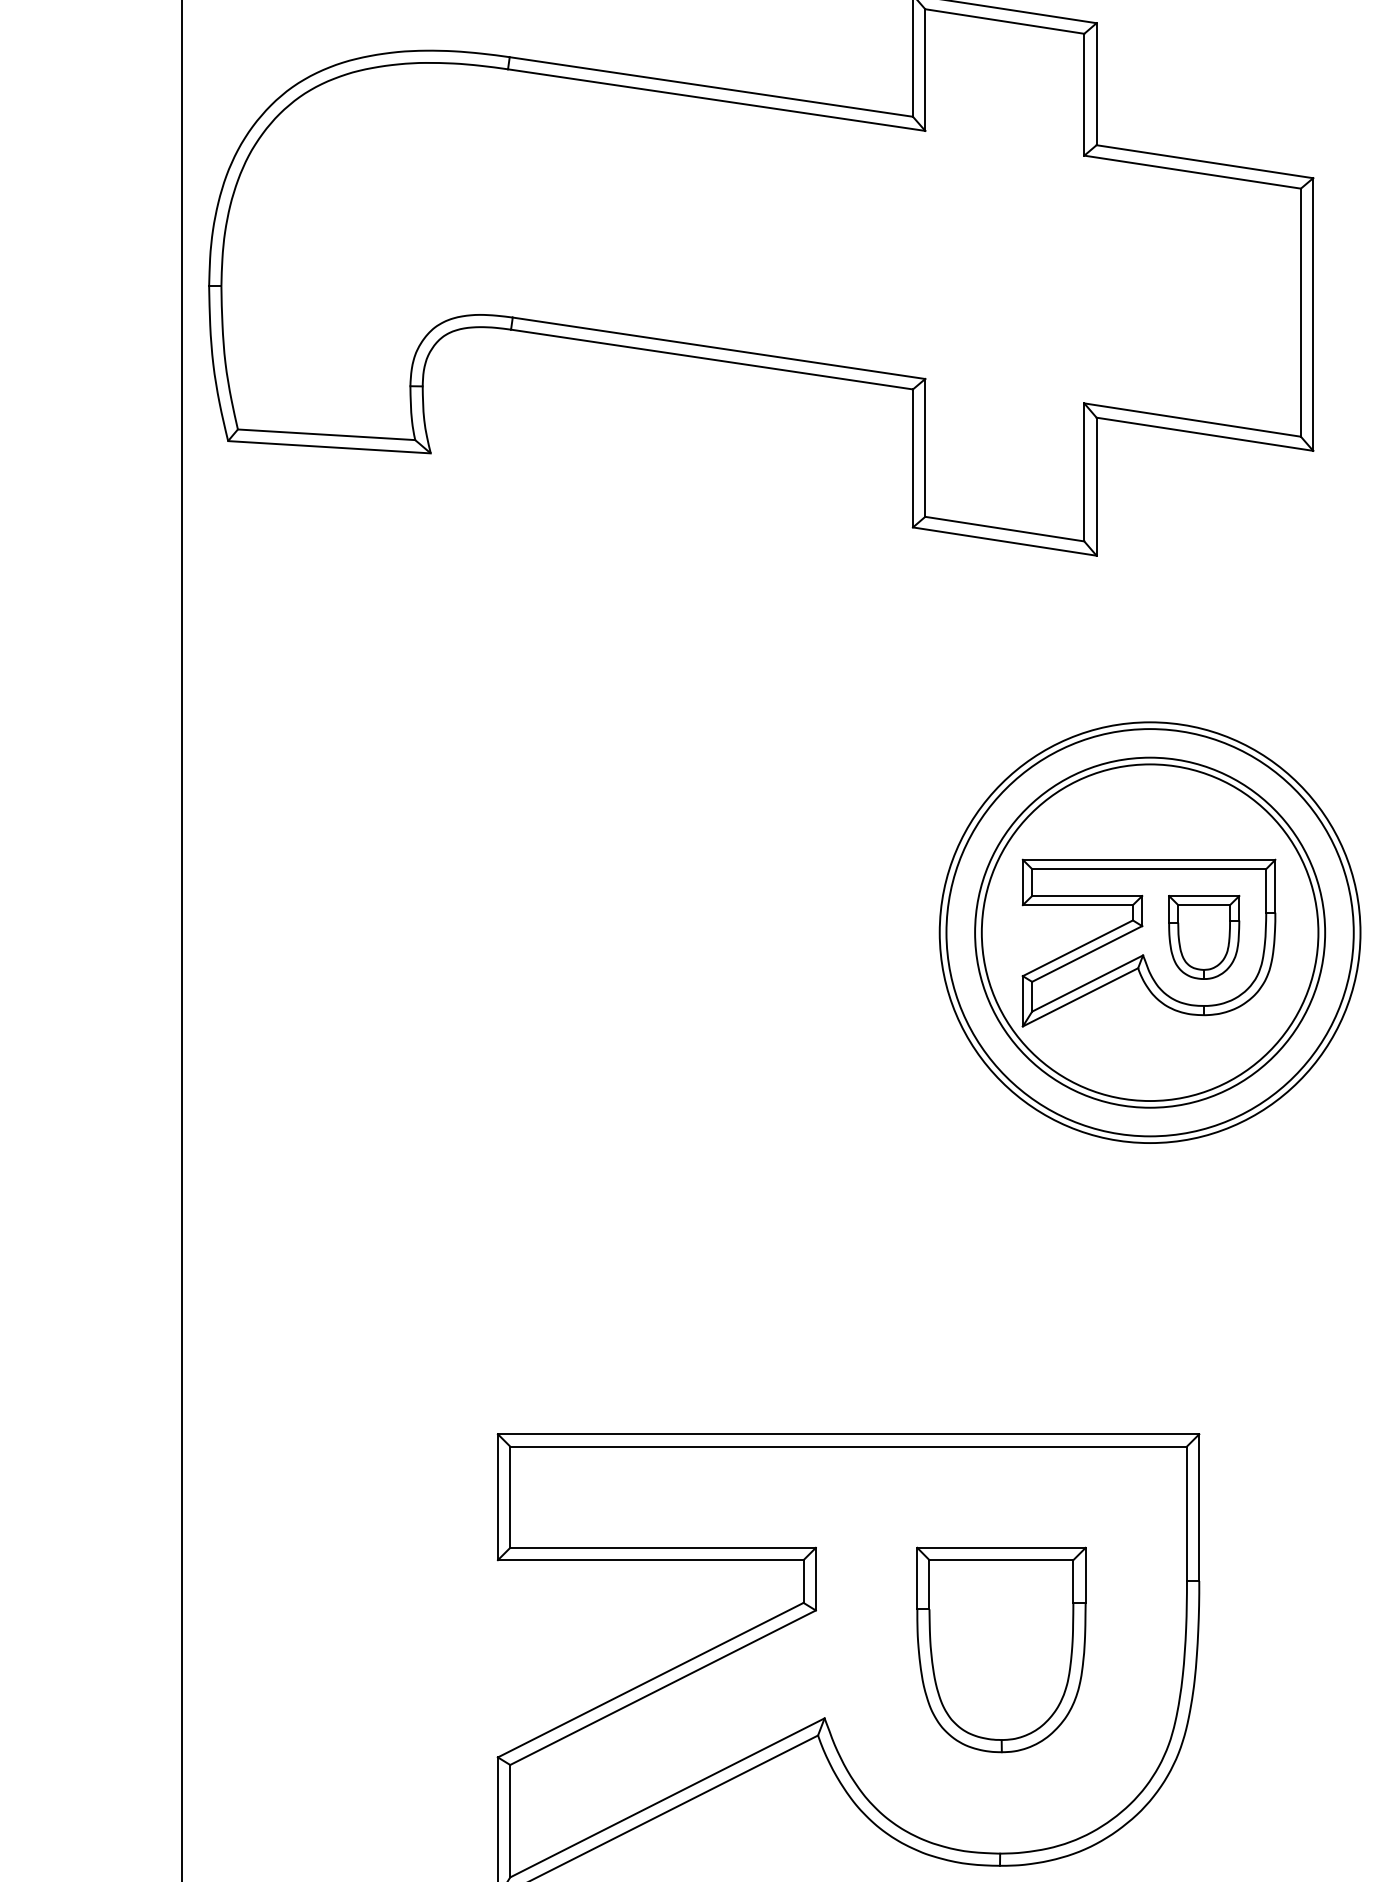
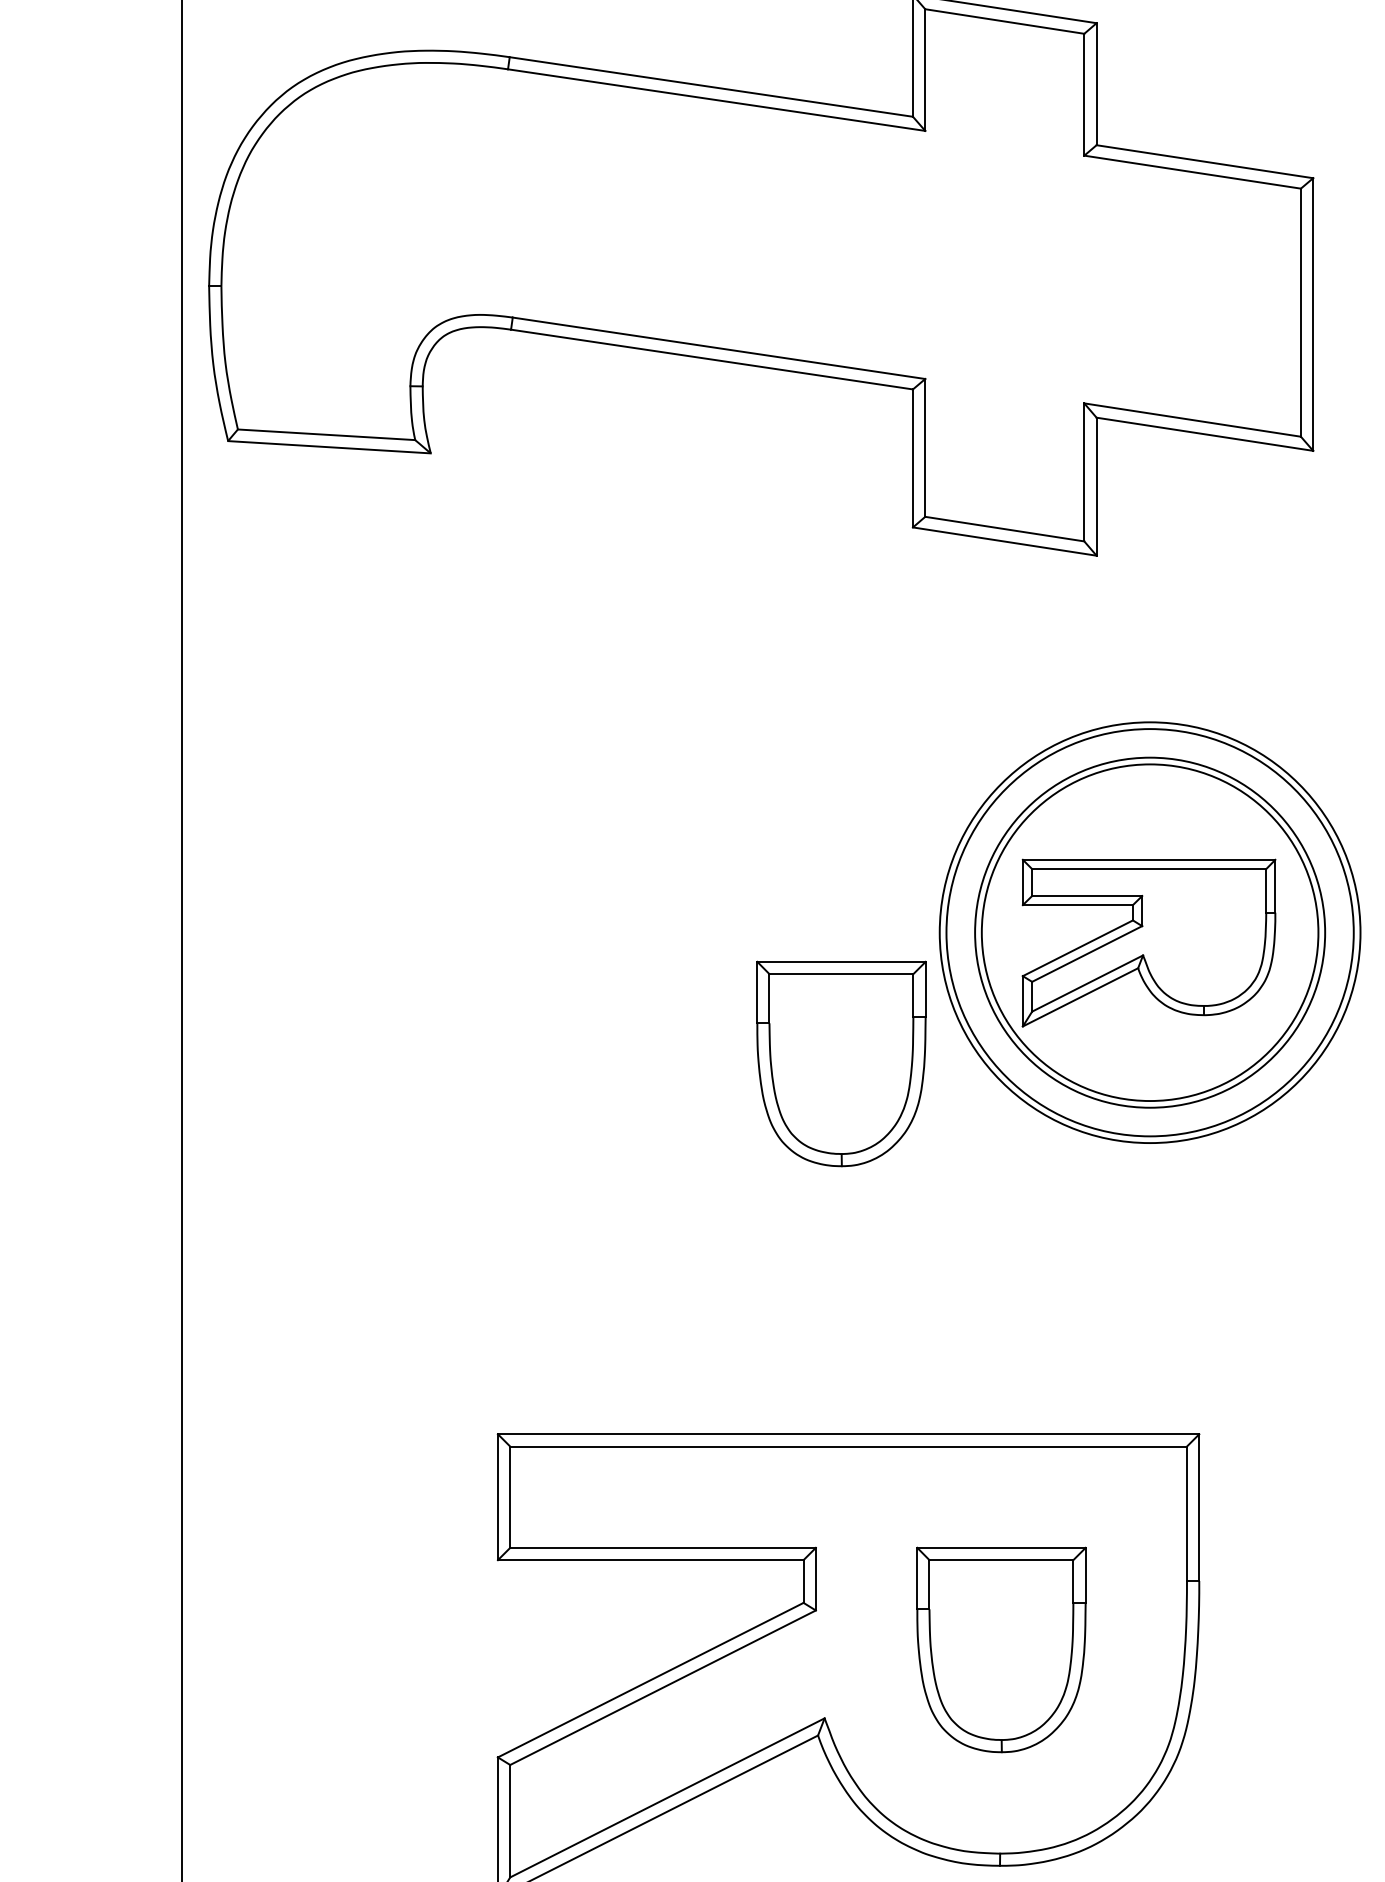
part at (1204, 937): present -> none
part at (841, 1063): none -> present
